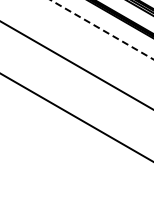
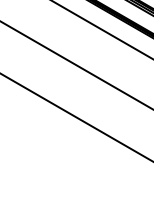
line at (102, 29): dashed -> solid
